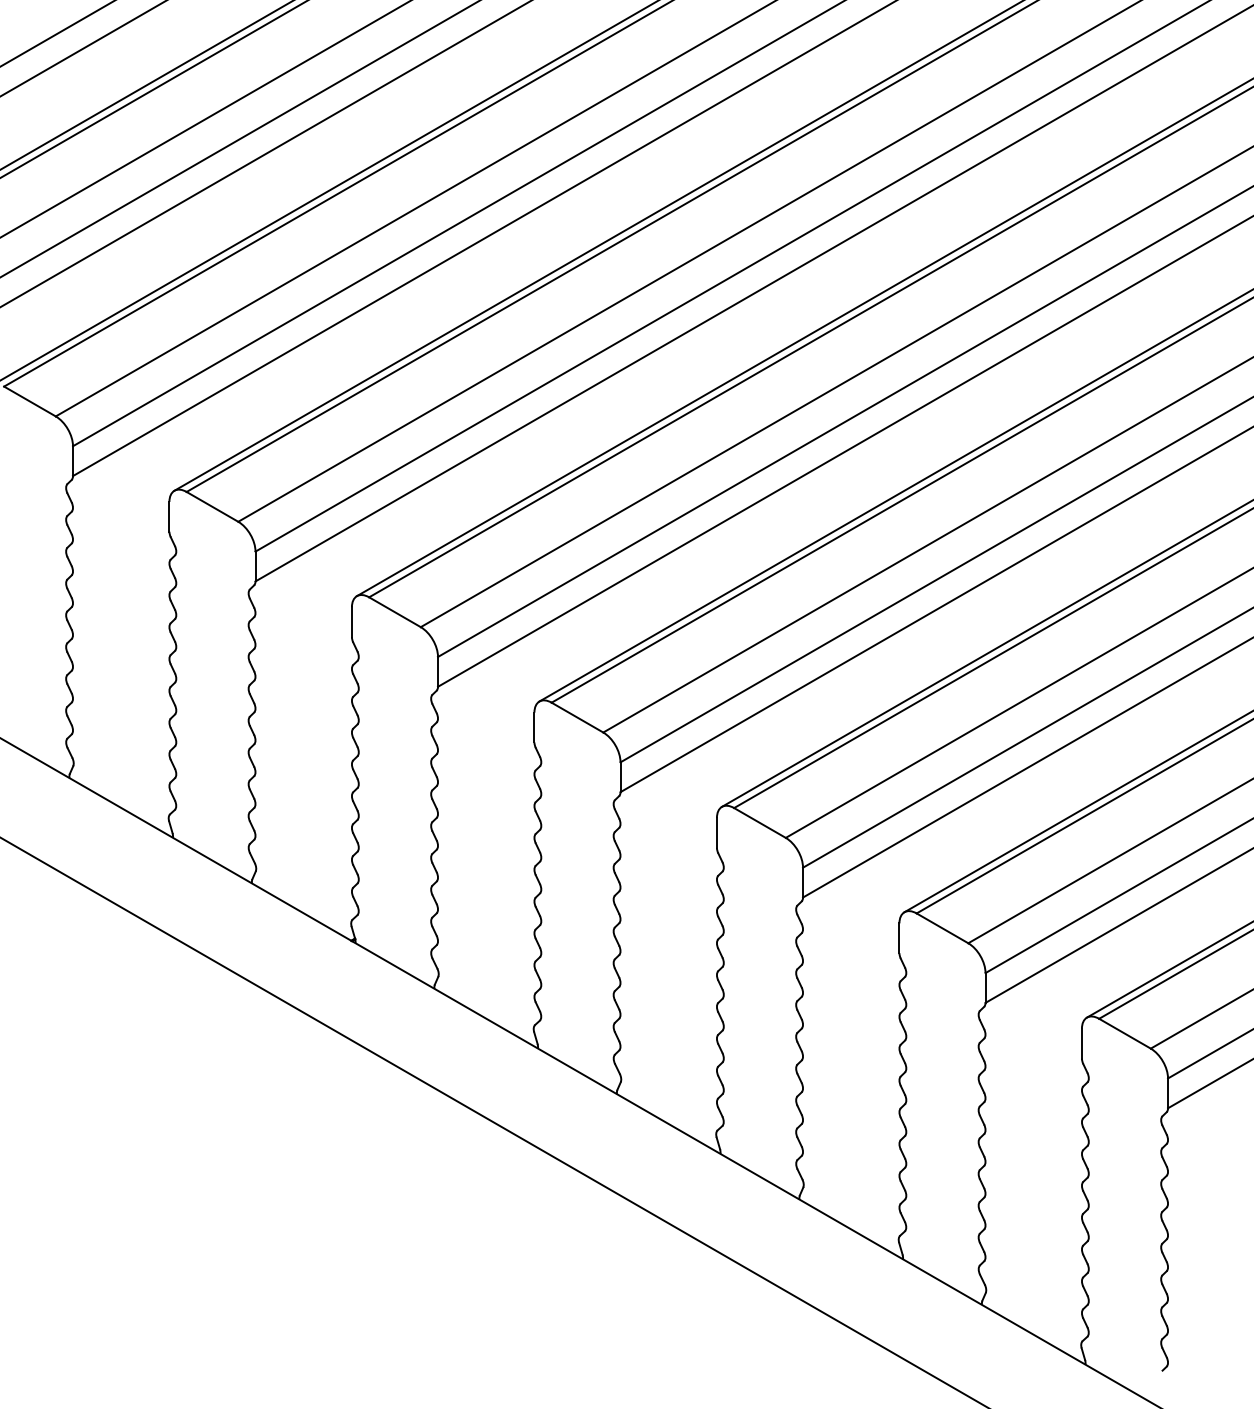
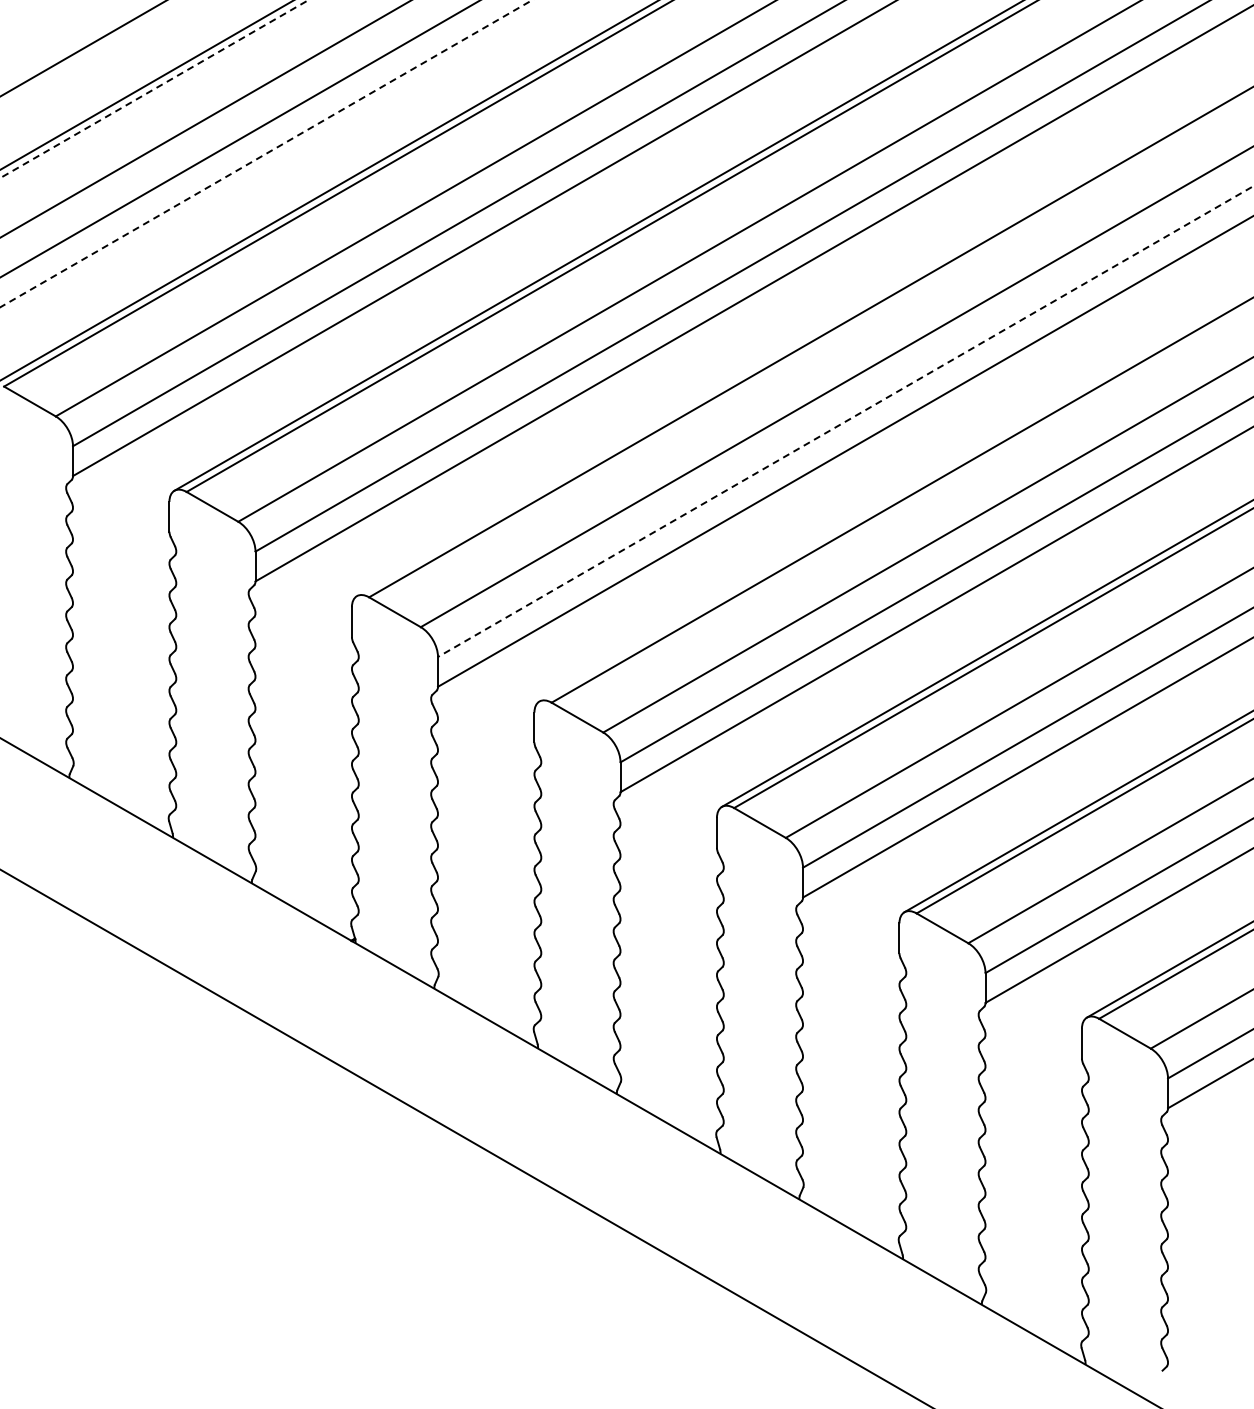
line at (57, 33): present -> none
line at (154, 89): solid -> dashed
line at (265, 154): solid -> dashed
line at (803, 338): present -> none
line at (845, 421): solid -> dashed
line at (894, 496): present -> none
line at (493, 1121) position: (493, 1121) -> (465, 1137)
